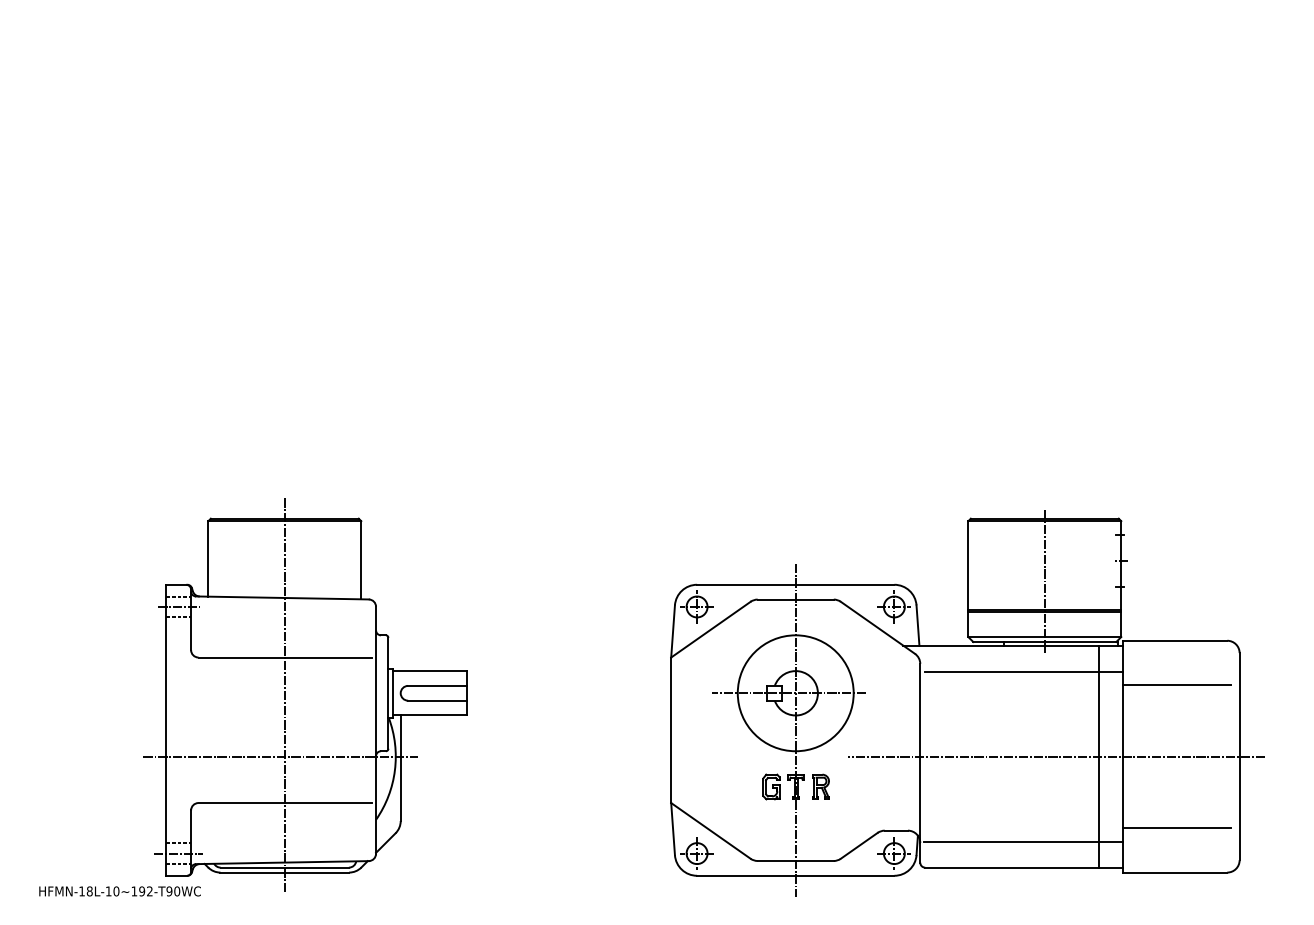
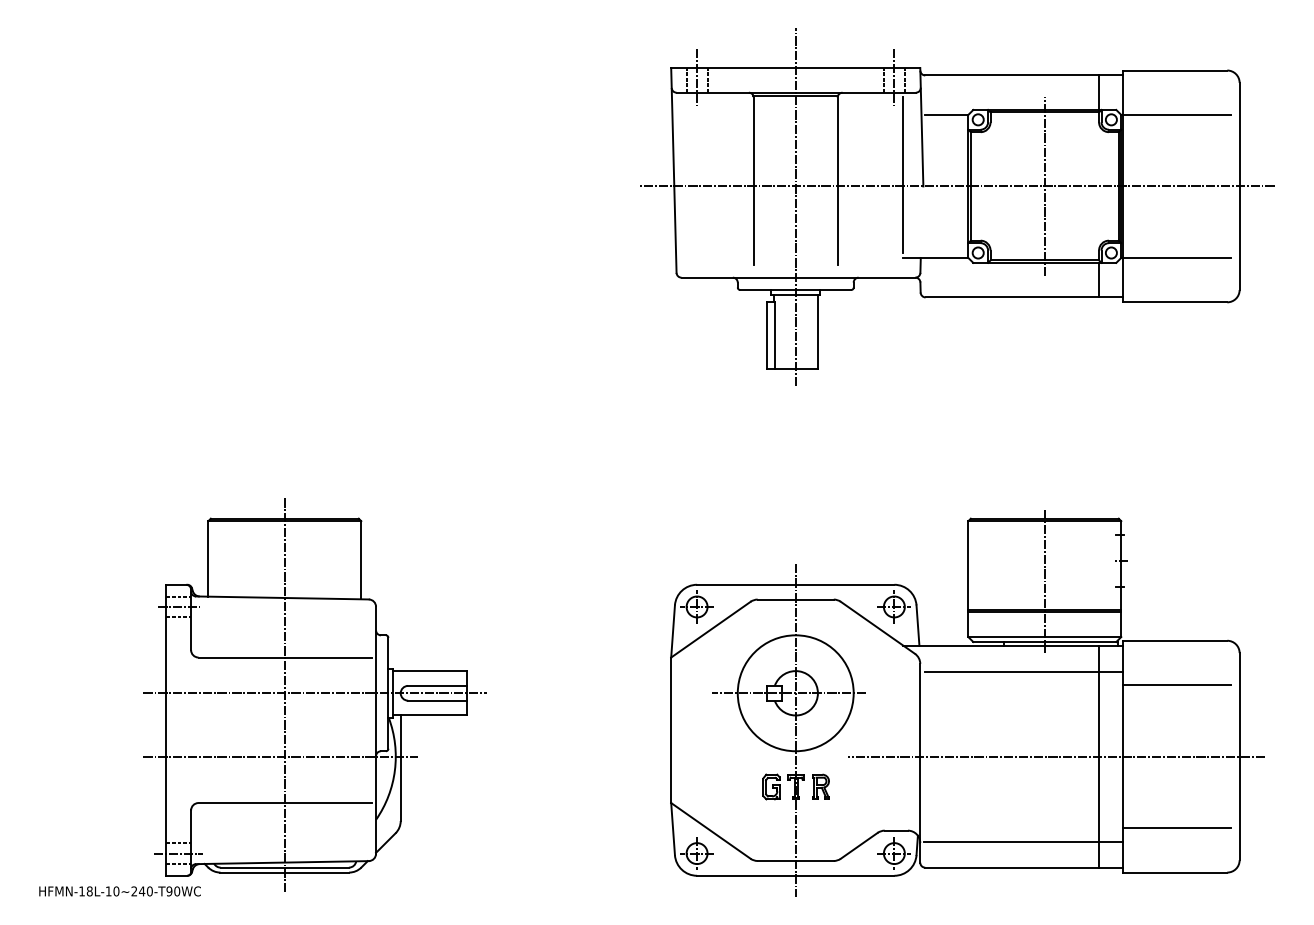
part at (957, 206): none -> present
line at (314, 693): none -> present
text at (141, 891): HFMN-18L-10~192-T90WC -> HFMN-18L-10~240-T90WC
